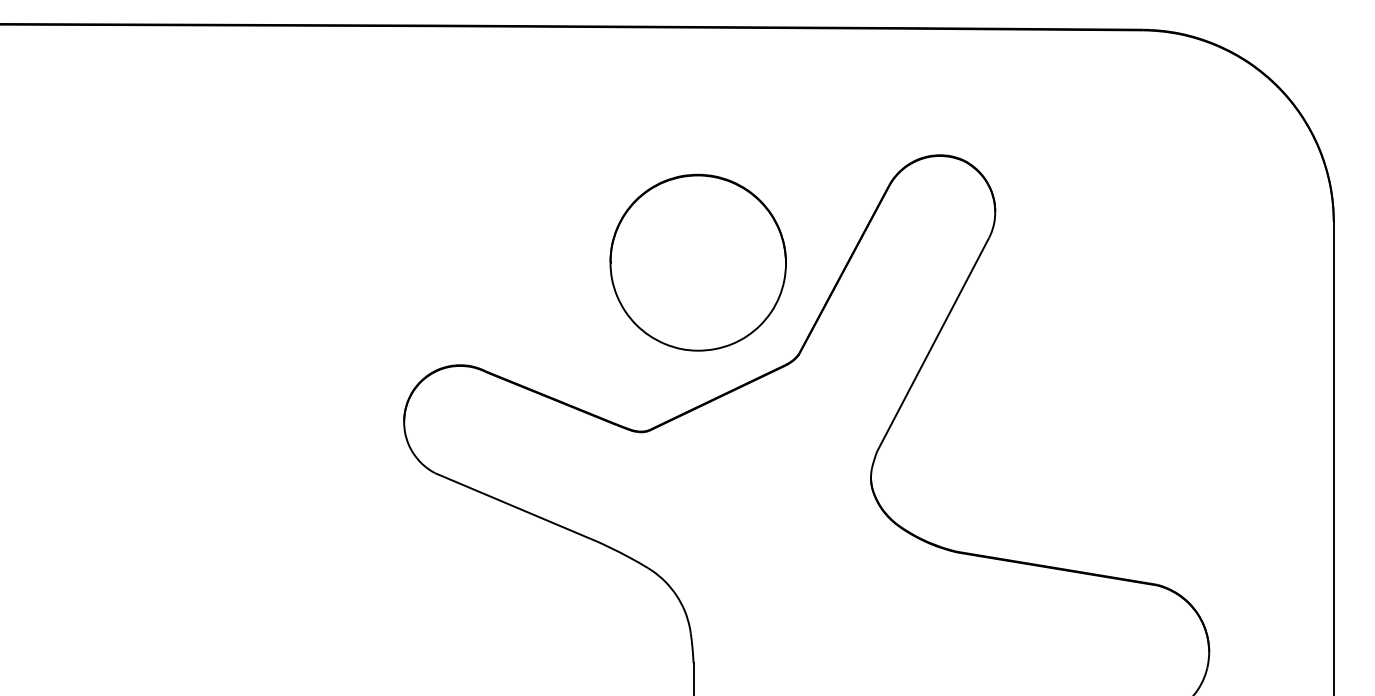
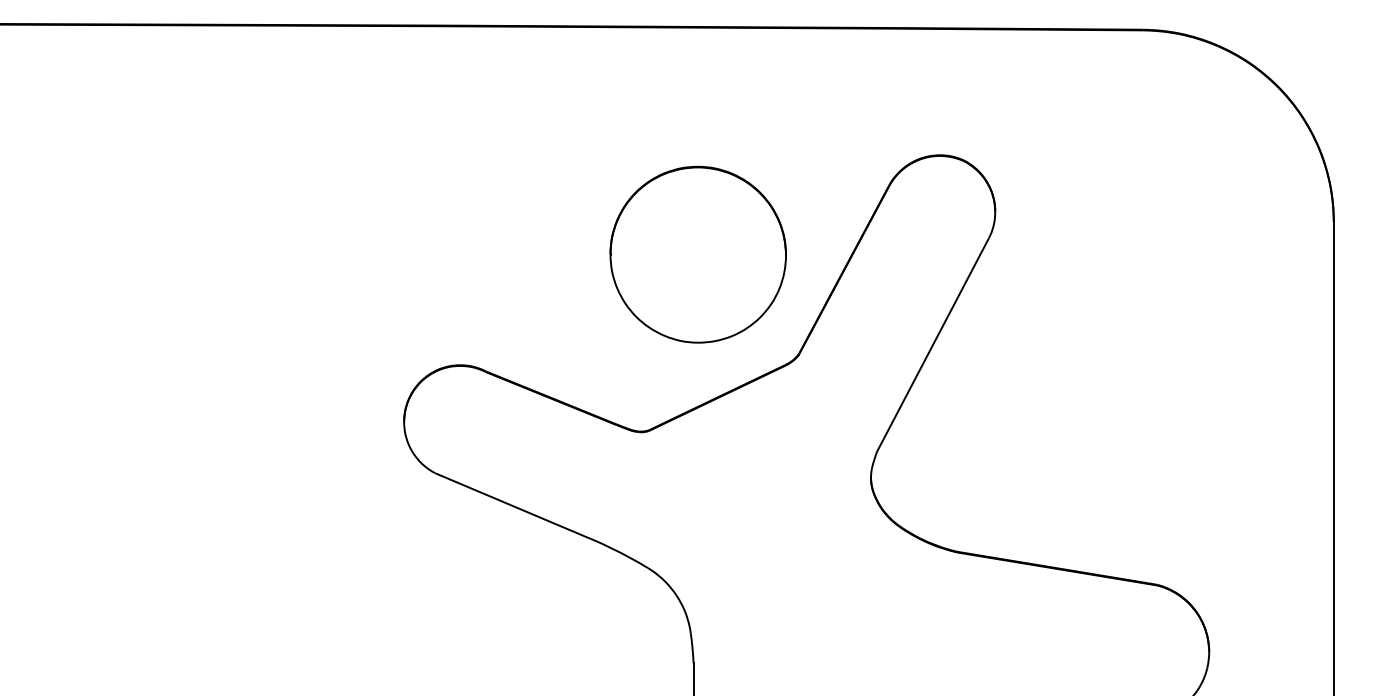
part at (697, 262) position: (697, 262) -> (697, 254)
